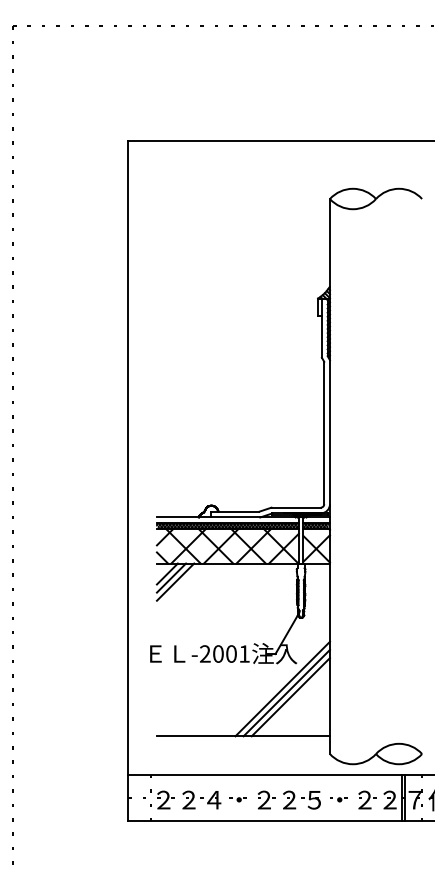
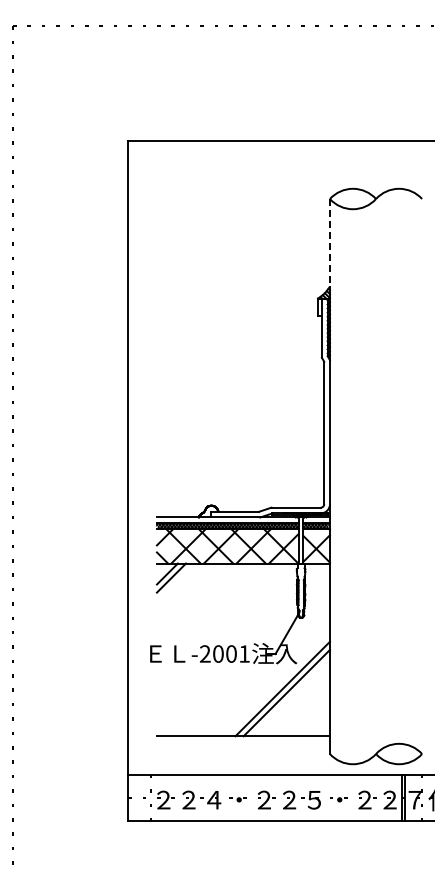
line at (329, 242): solid -> dashed
line at (175, 581): present -> none
line at (290, 697): present -> none
